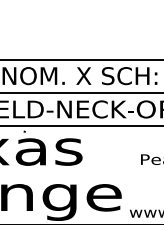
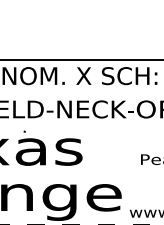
line at (81, 92): present -> none
line at (81, 125): present -> none
line at (82, 224): solid -> dashed
